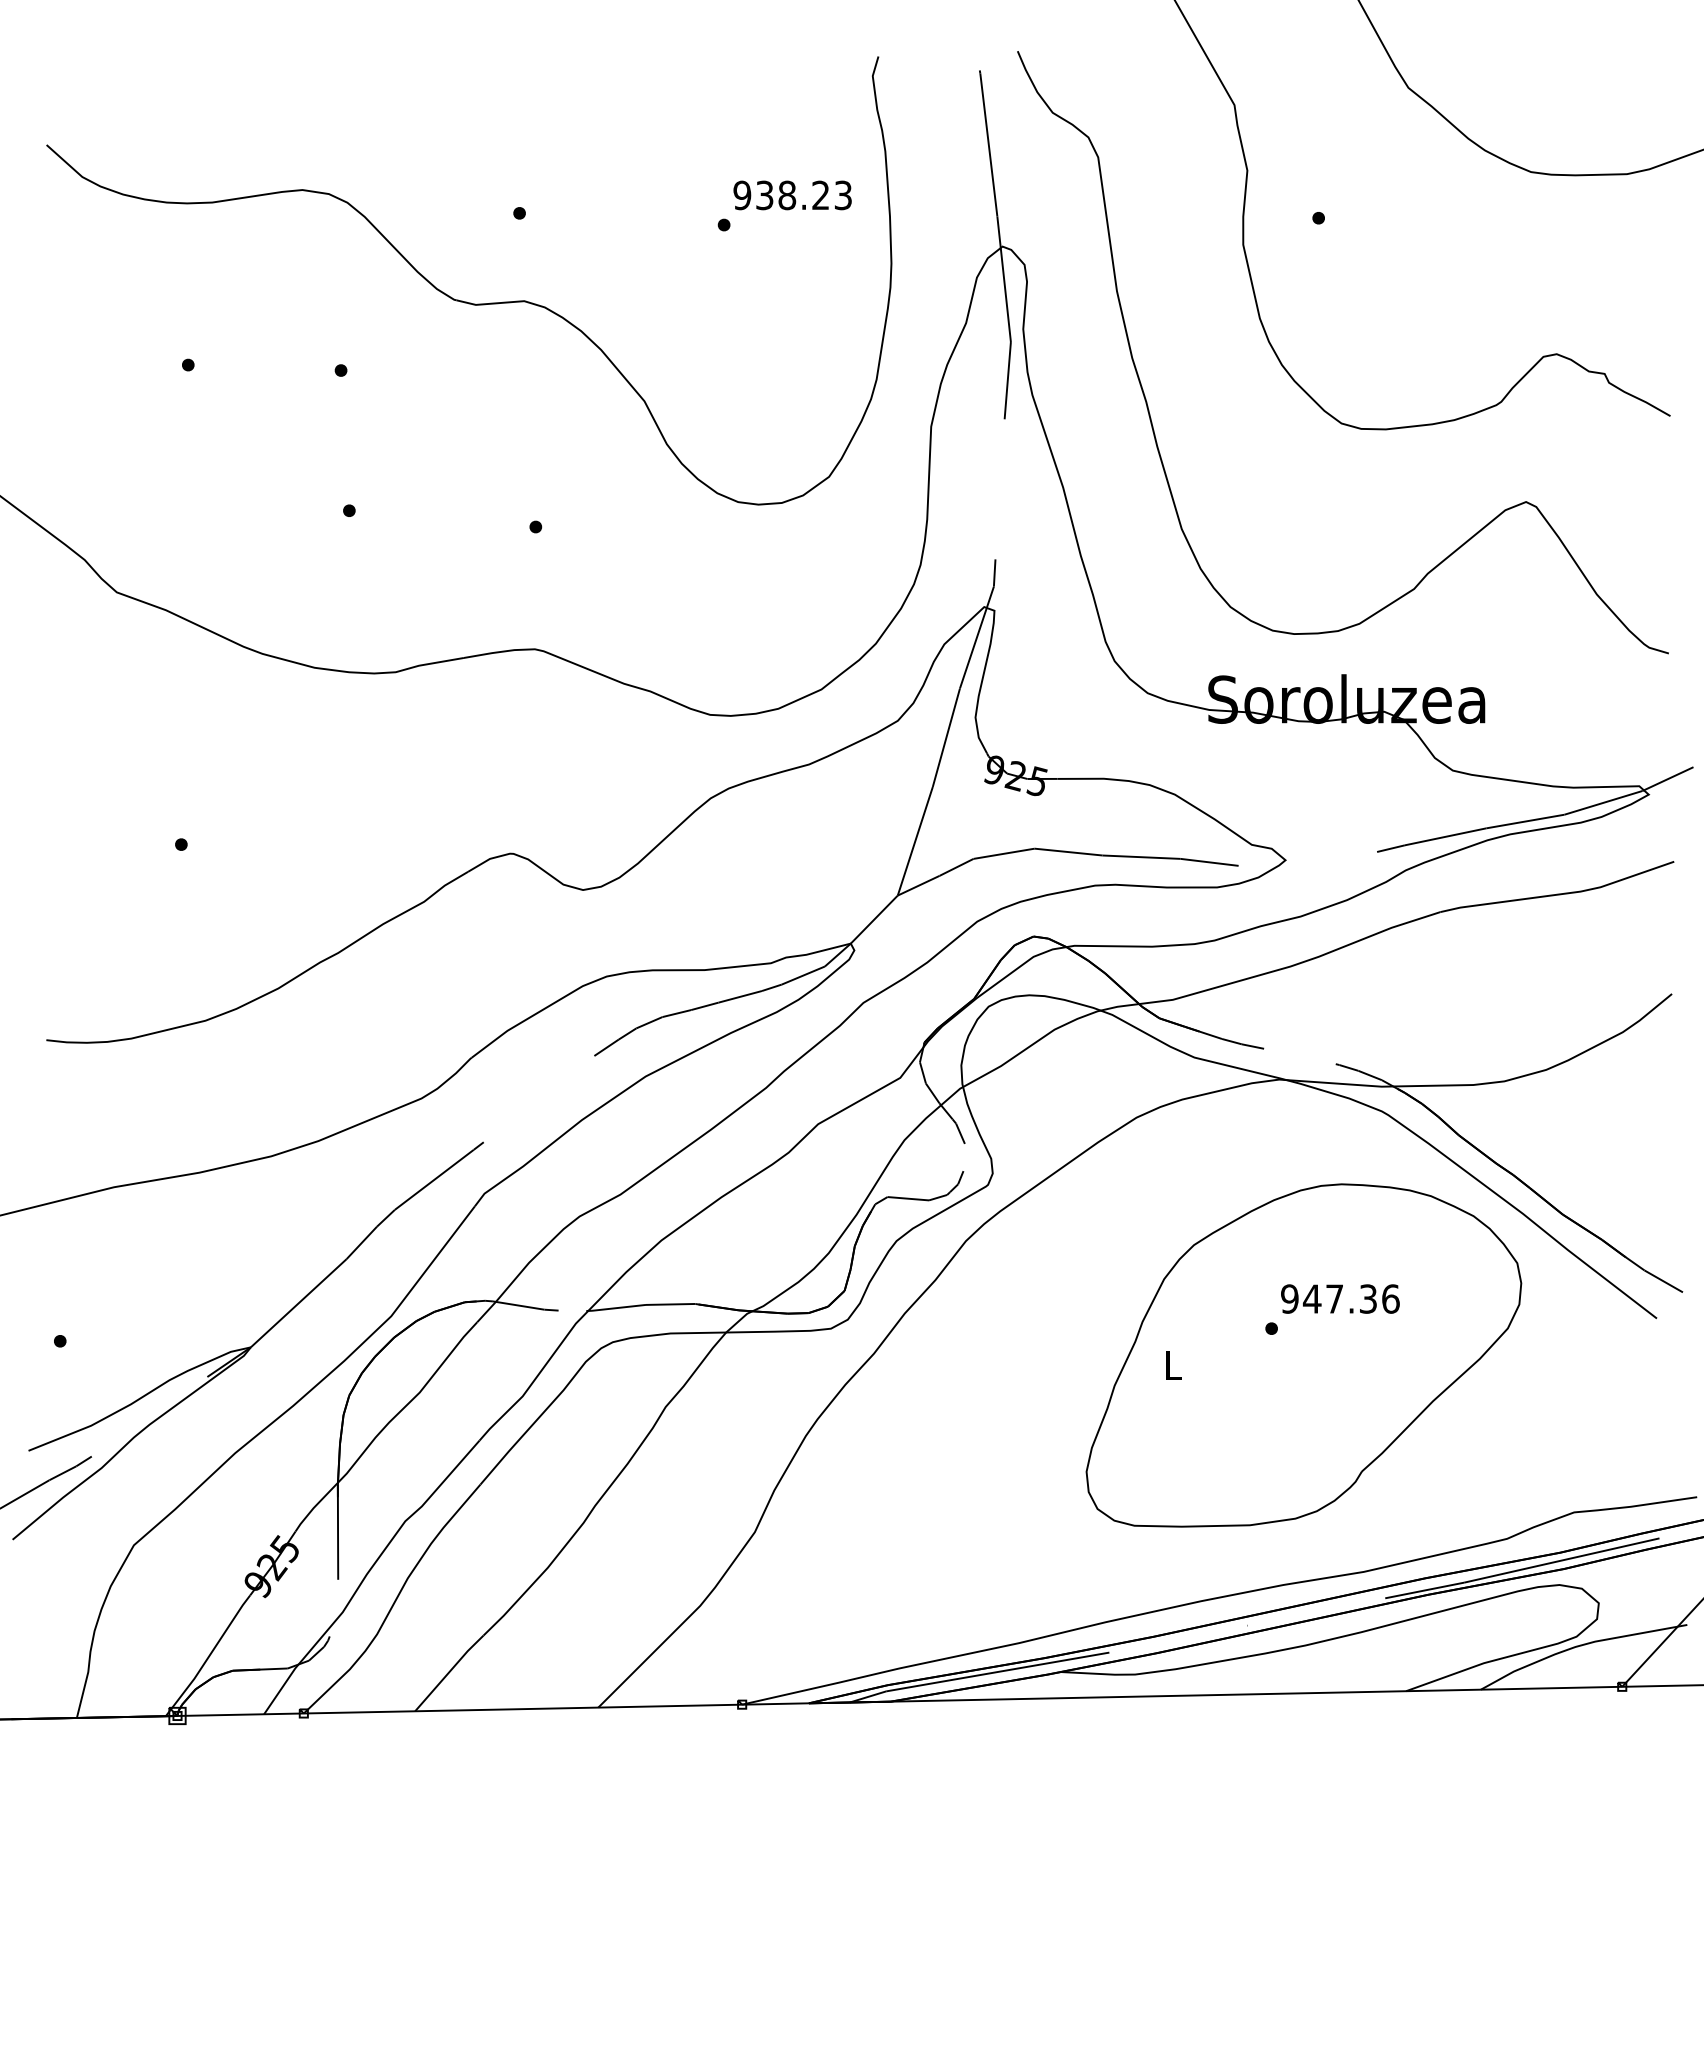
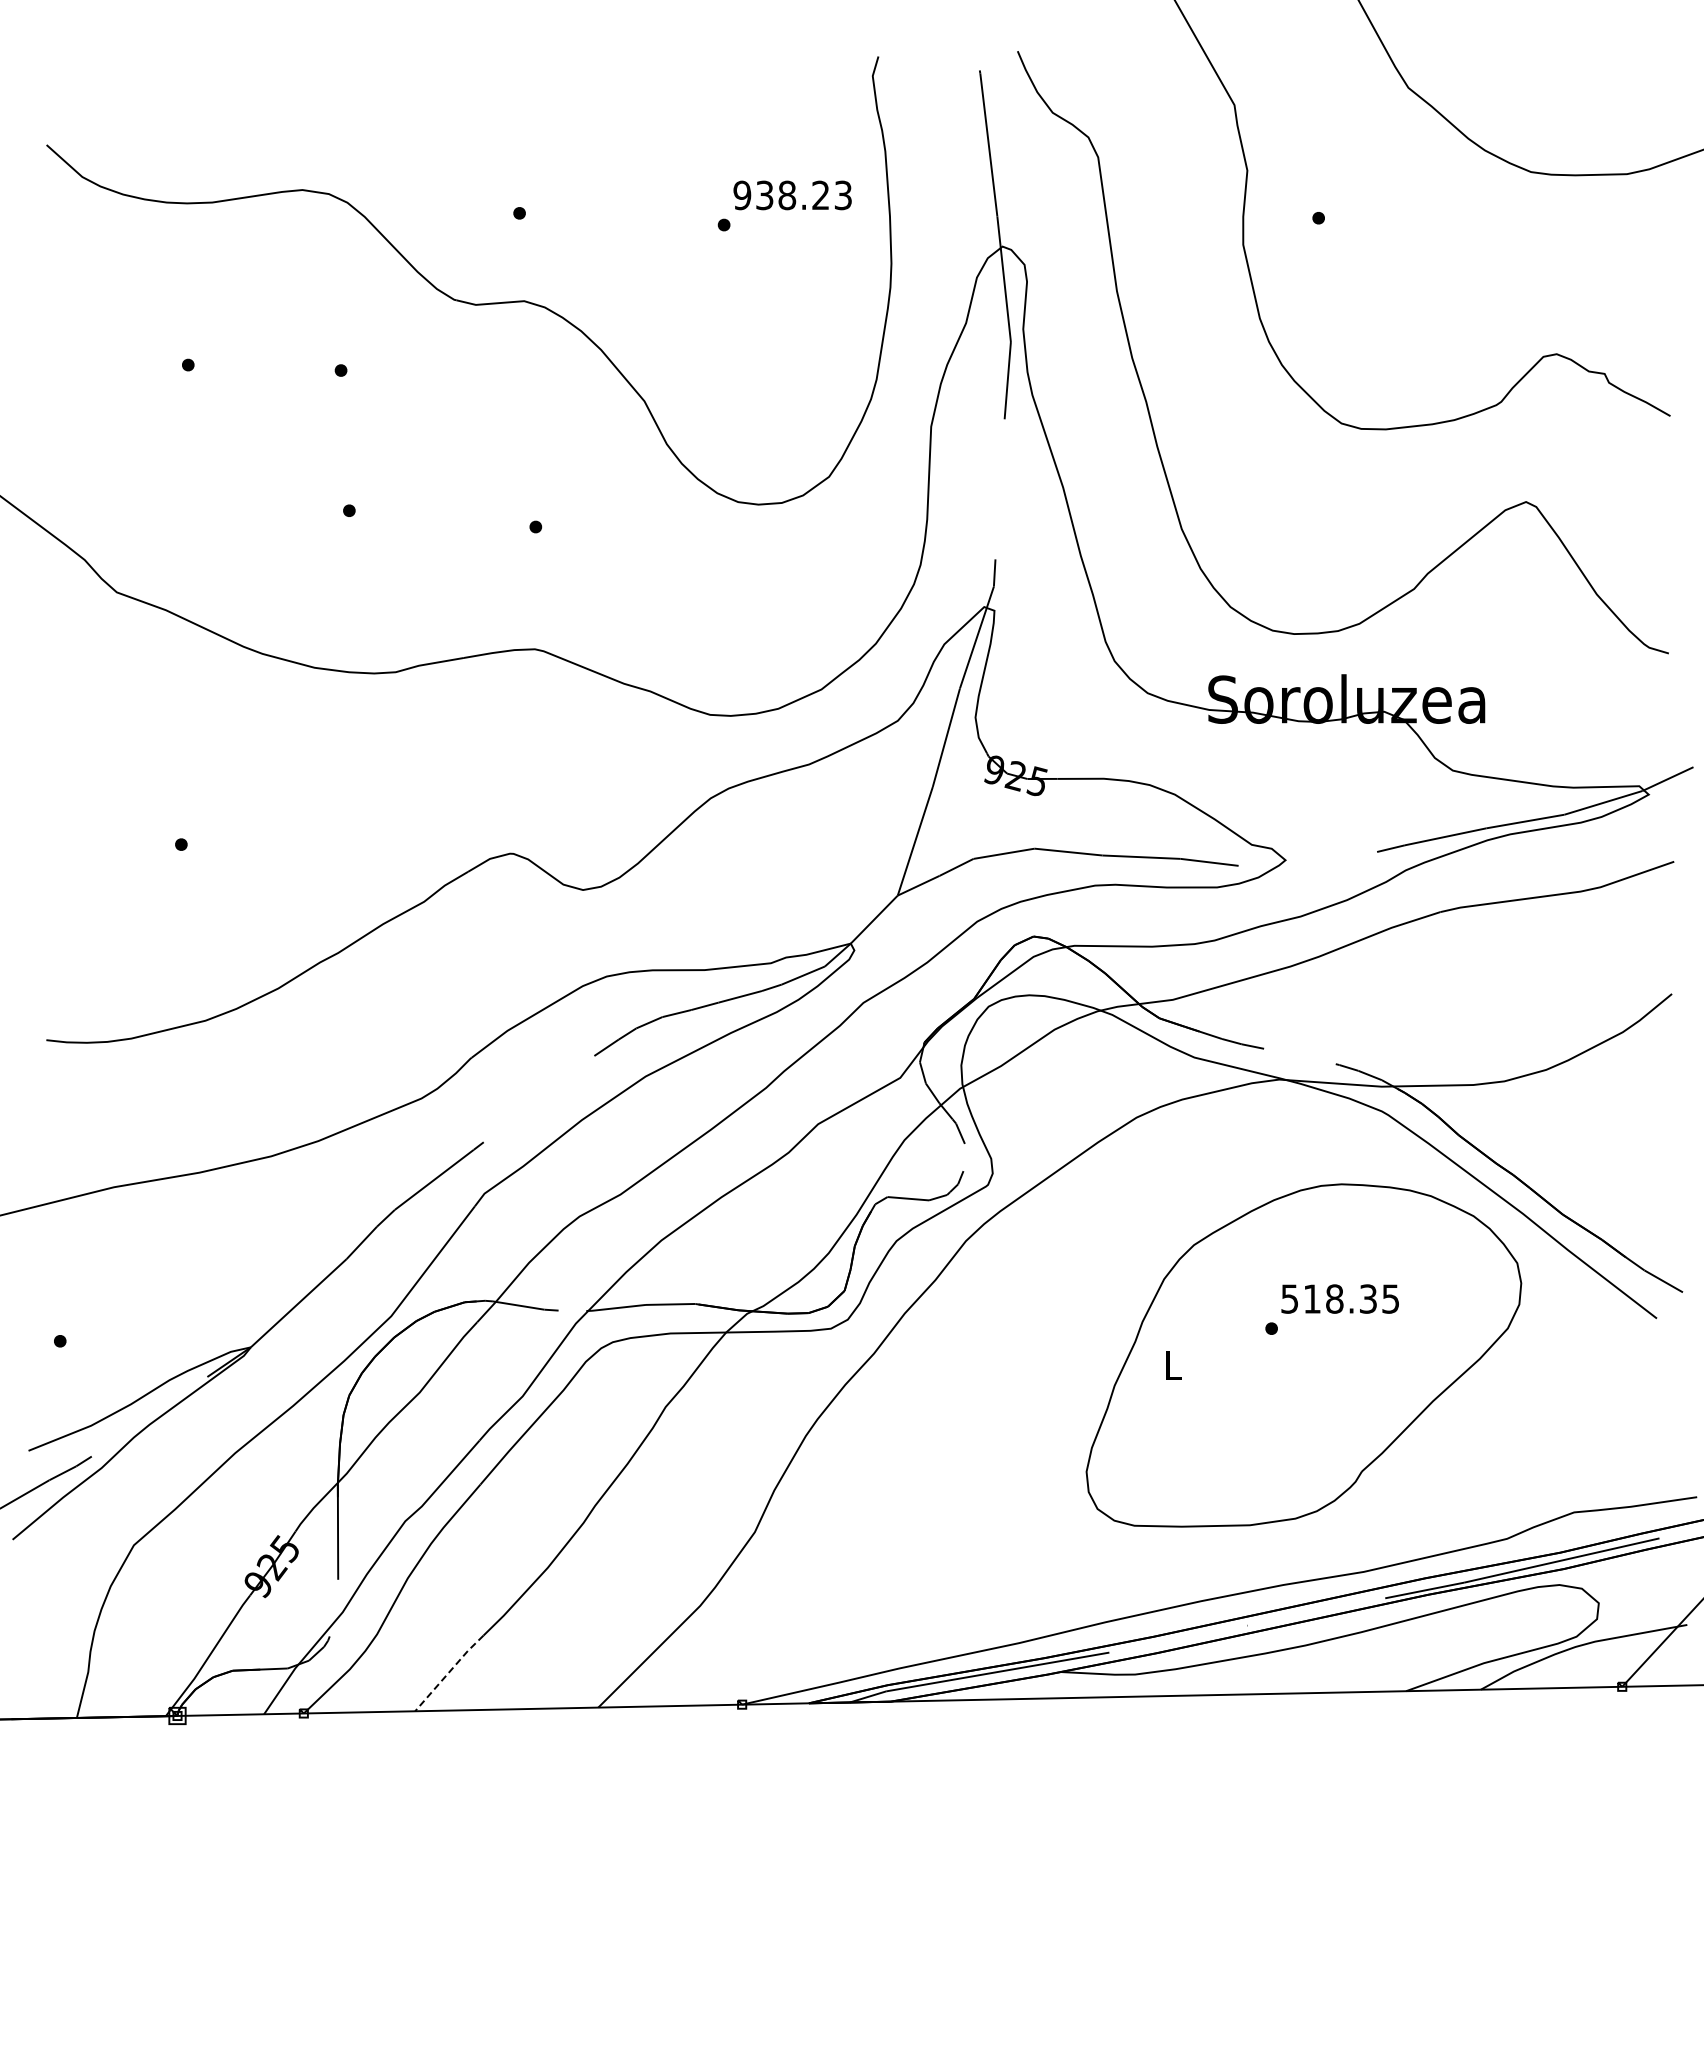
text at (1340, 1298): 947.36 -> 518.35
line at (449, 1672): solid -> dashed
